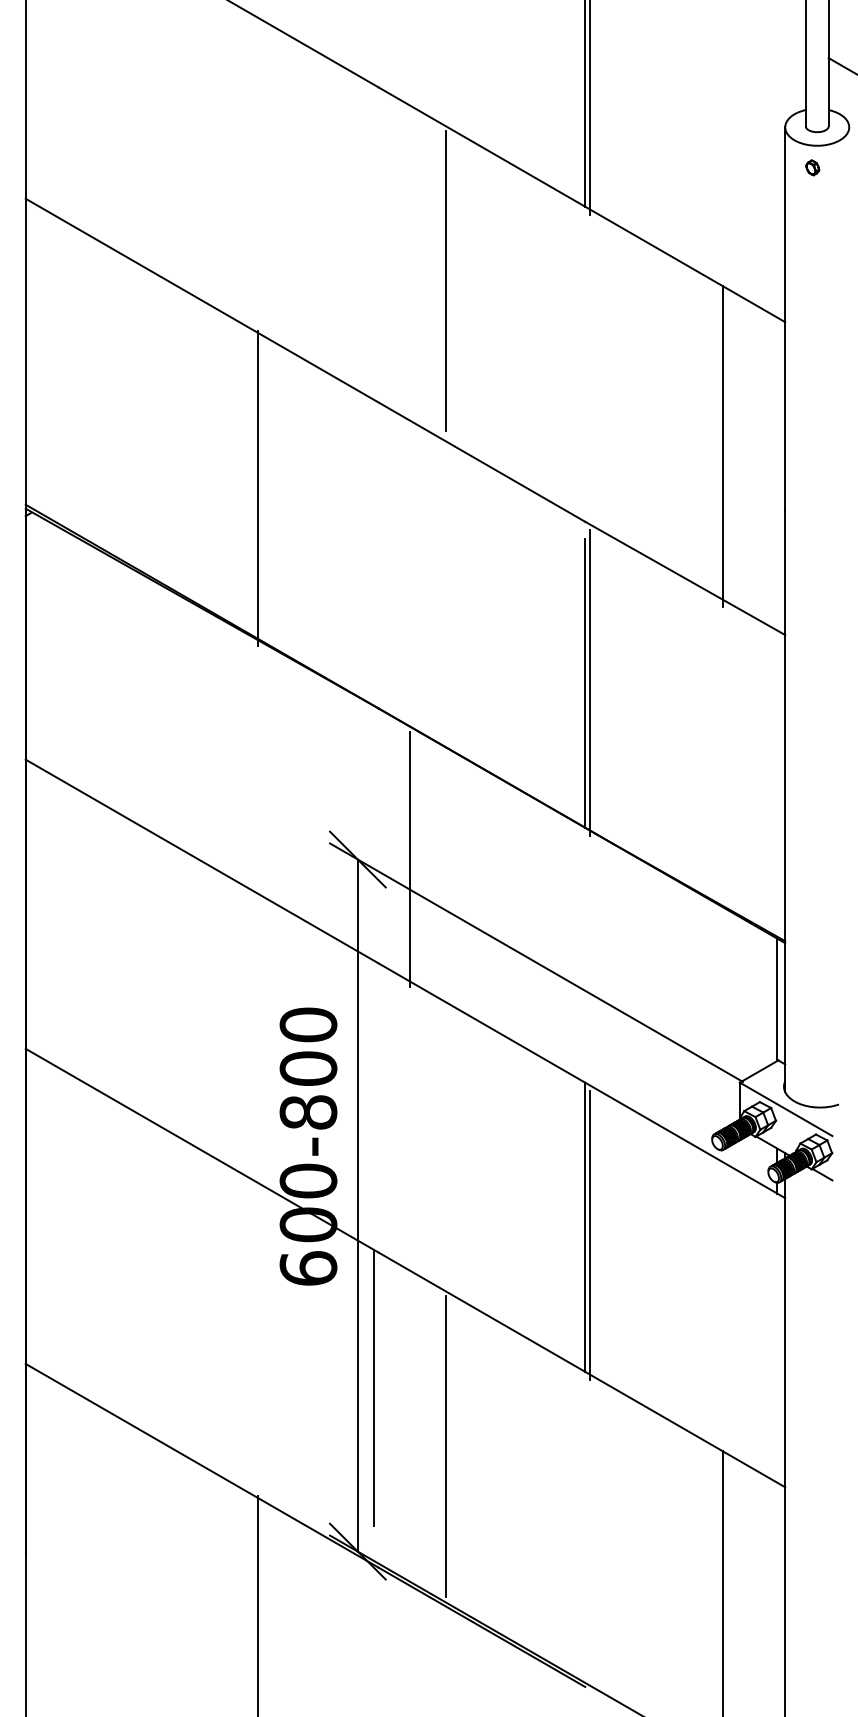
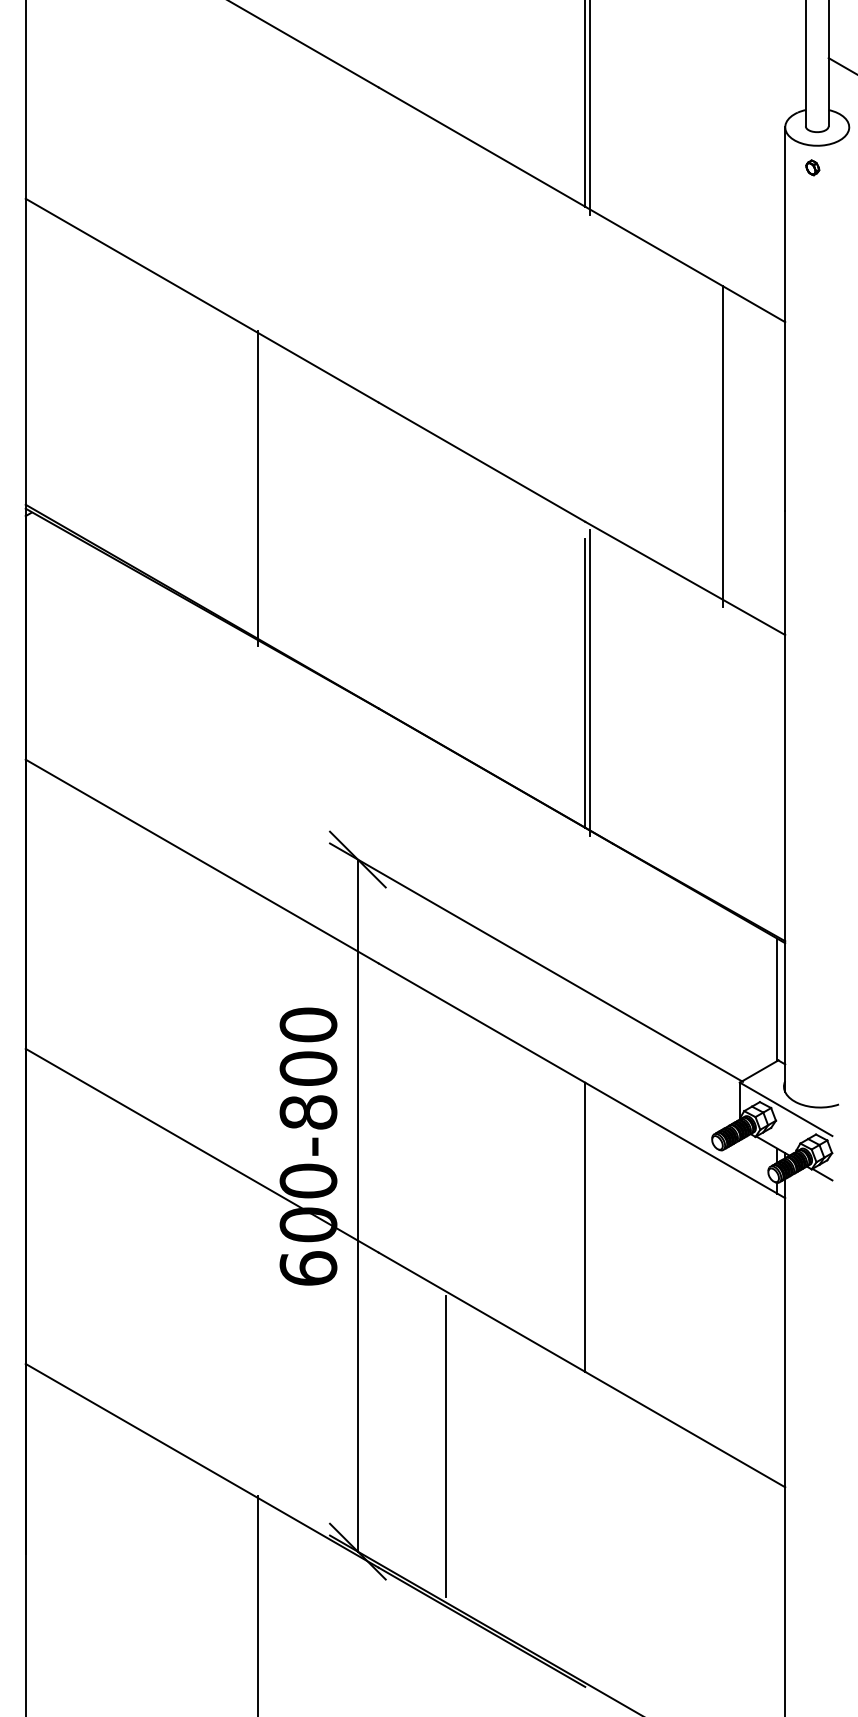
line at (445, 280): present -> none
line at (410, 858): present -> none
line at (590, 1234): present -> none
line at (374, 1388): present -> none
line at (722, 1582): present -> none
